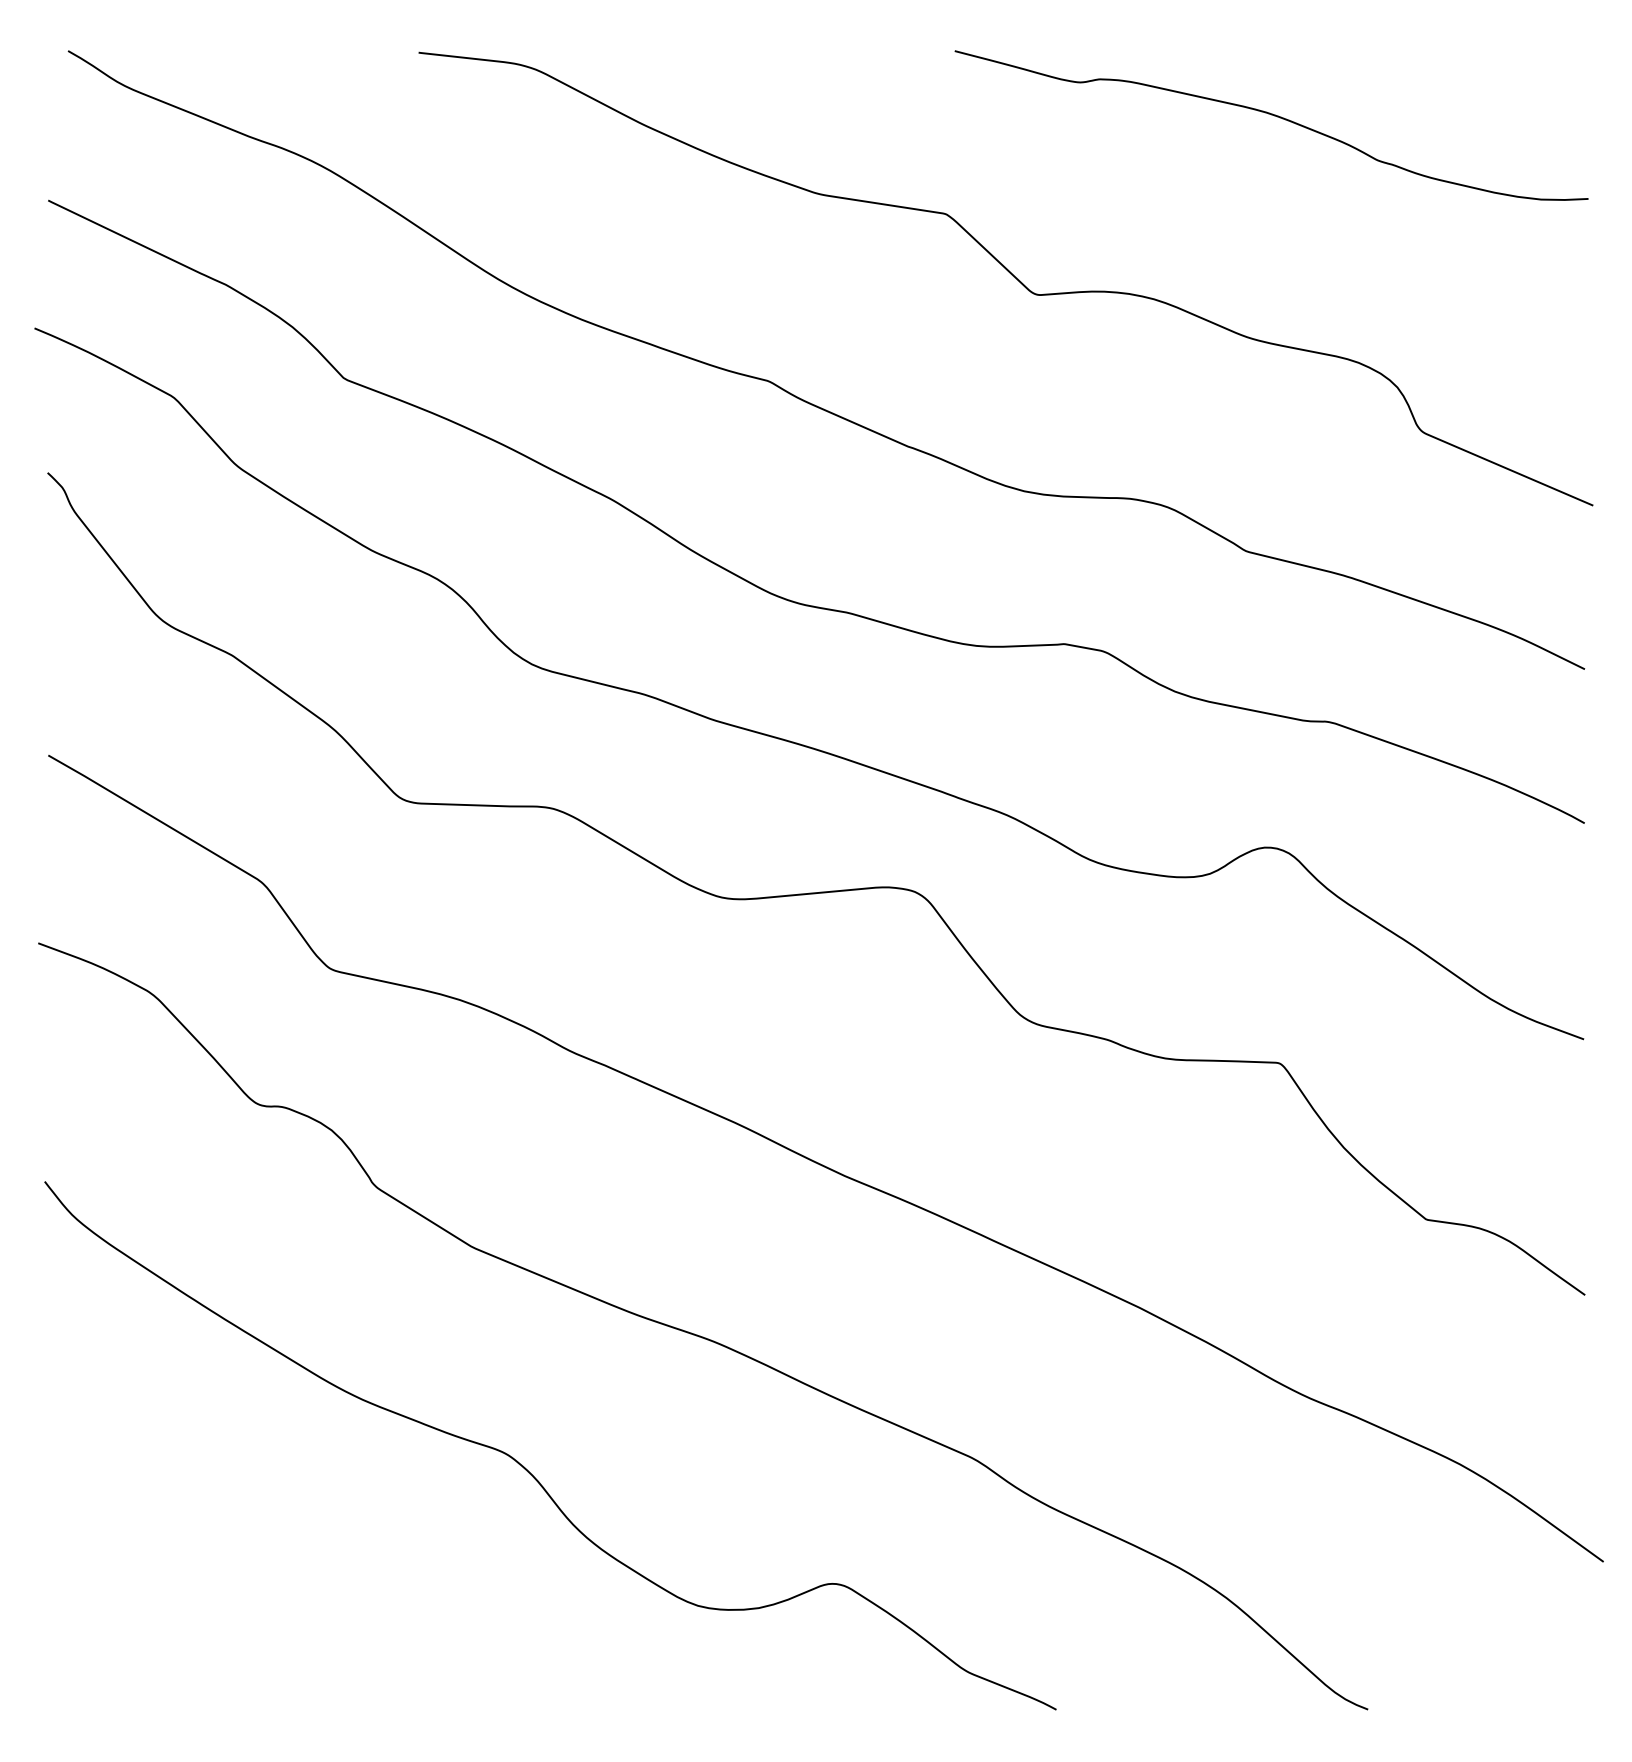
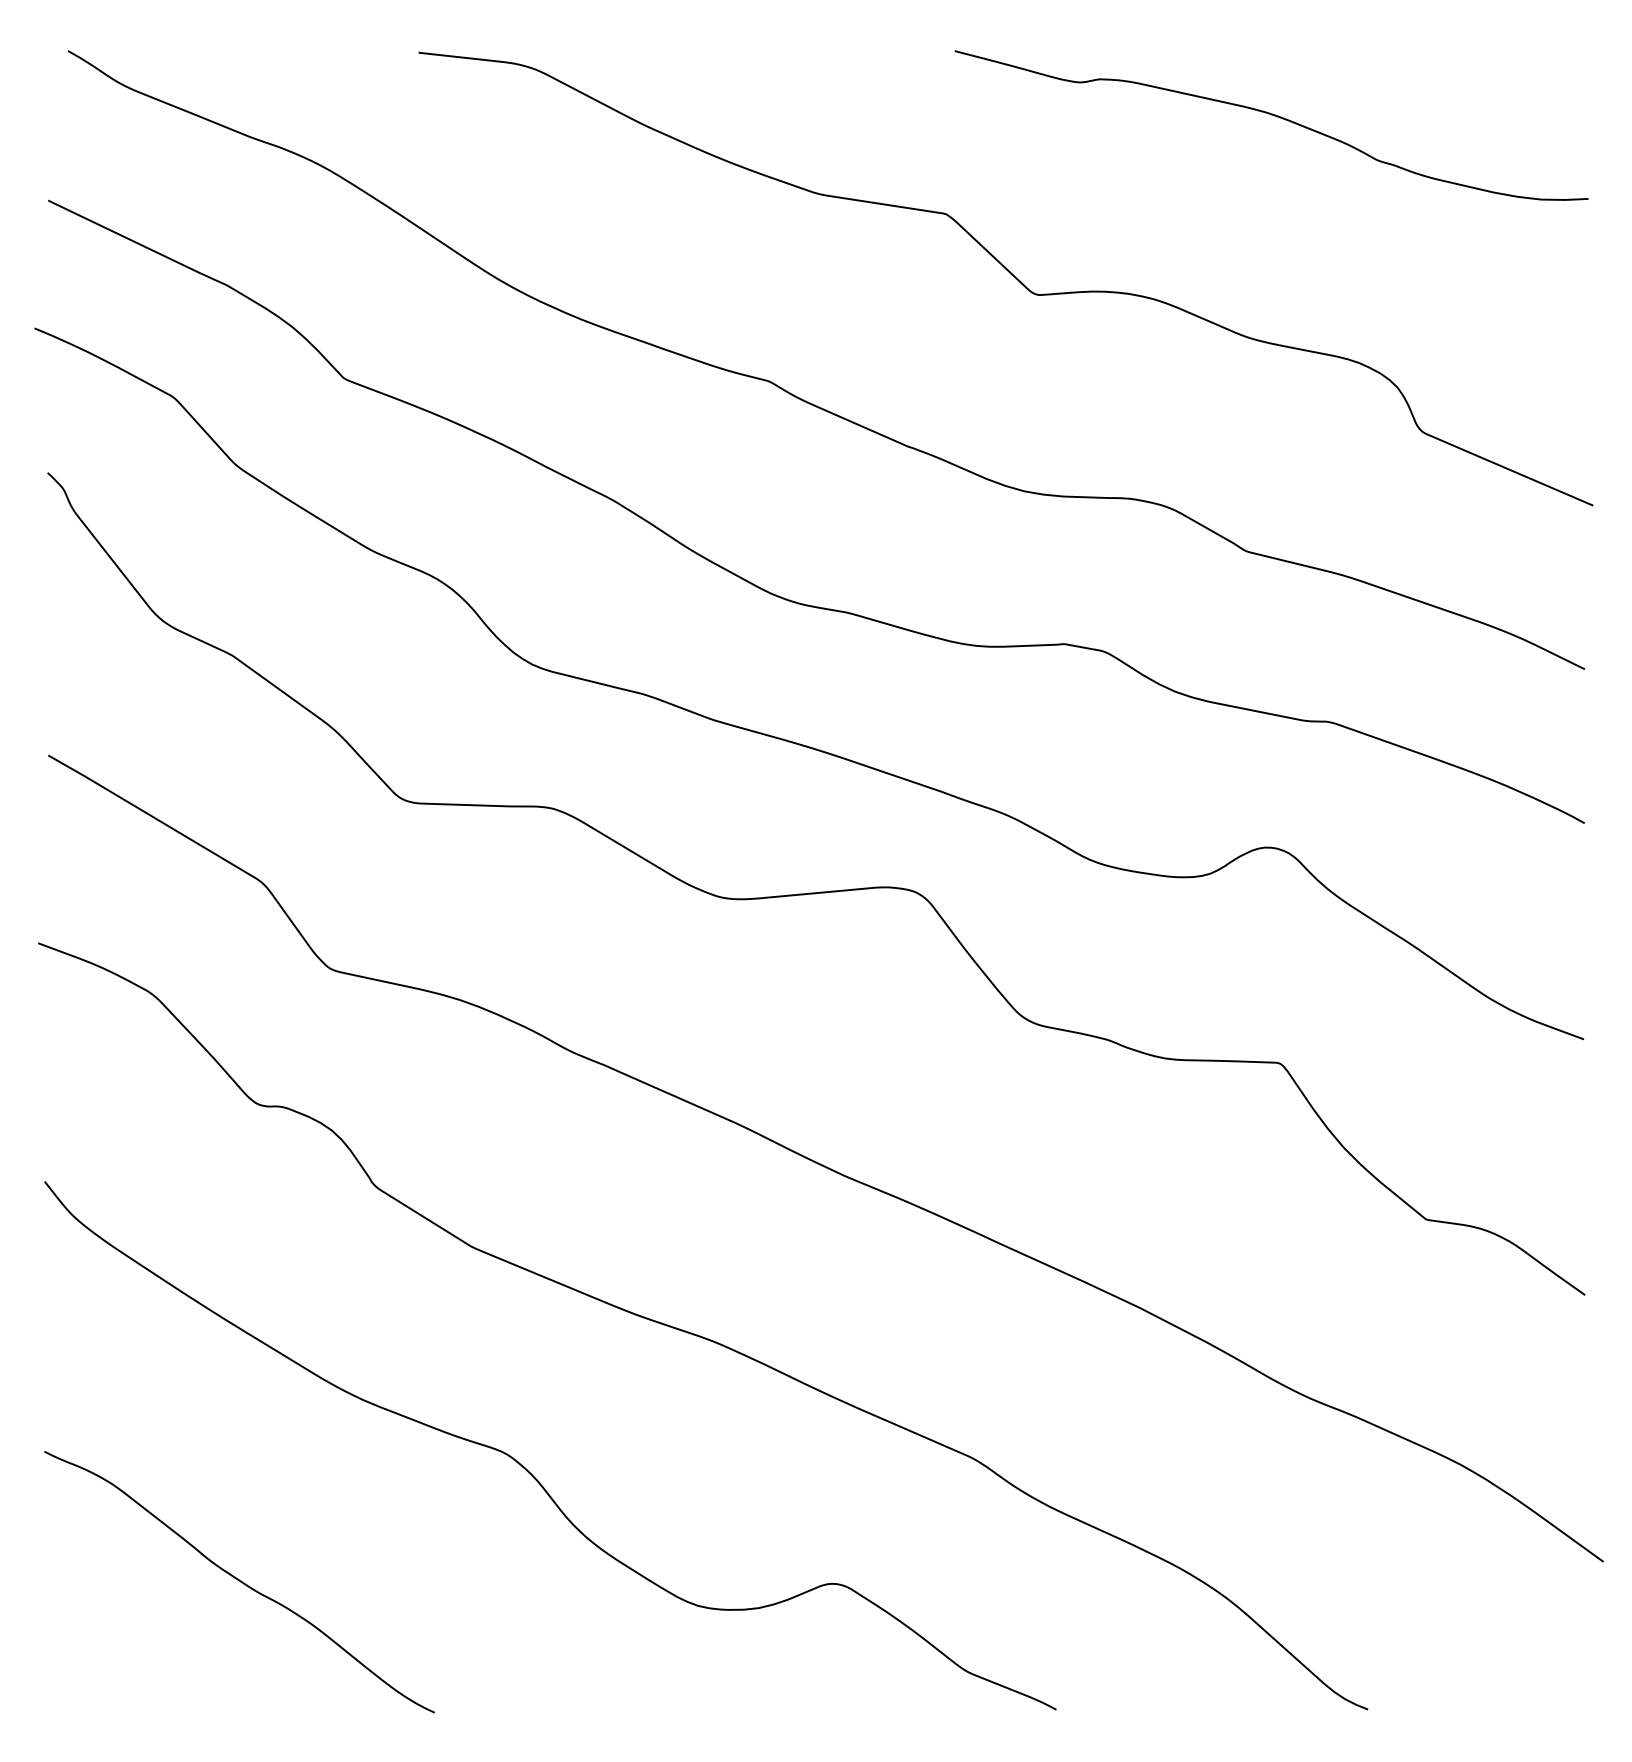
curve at (239, 1581): none -> present
